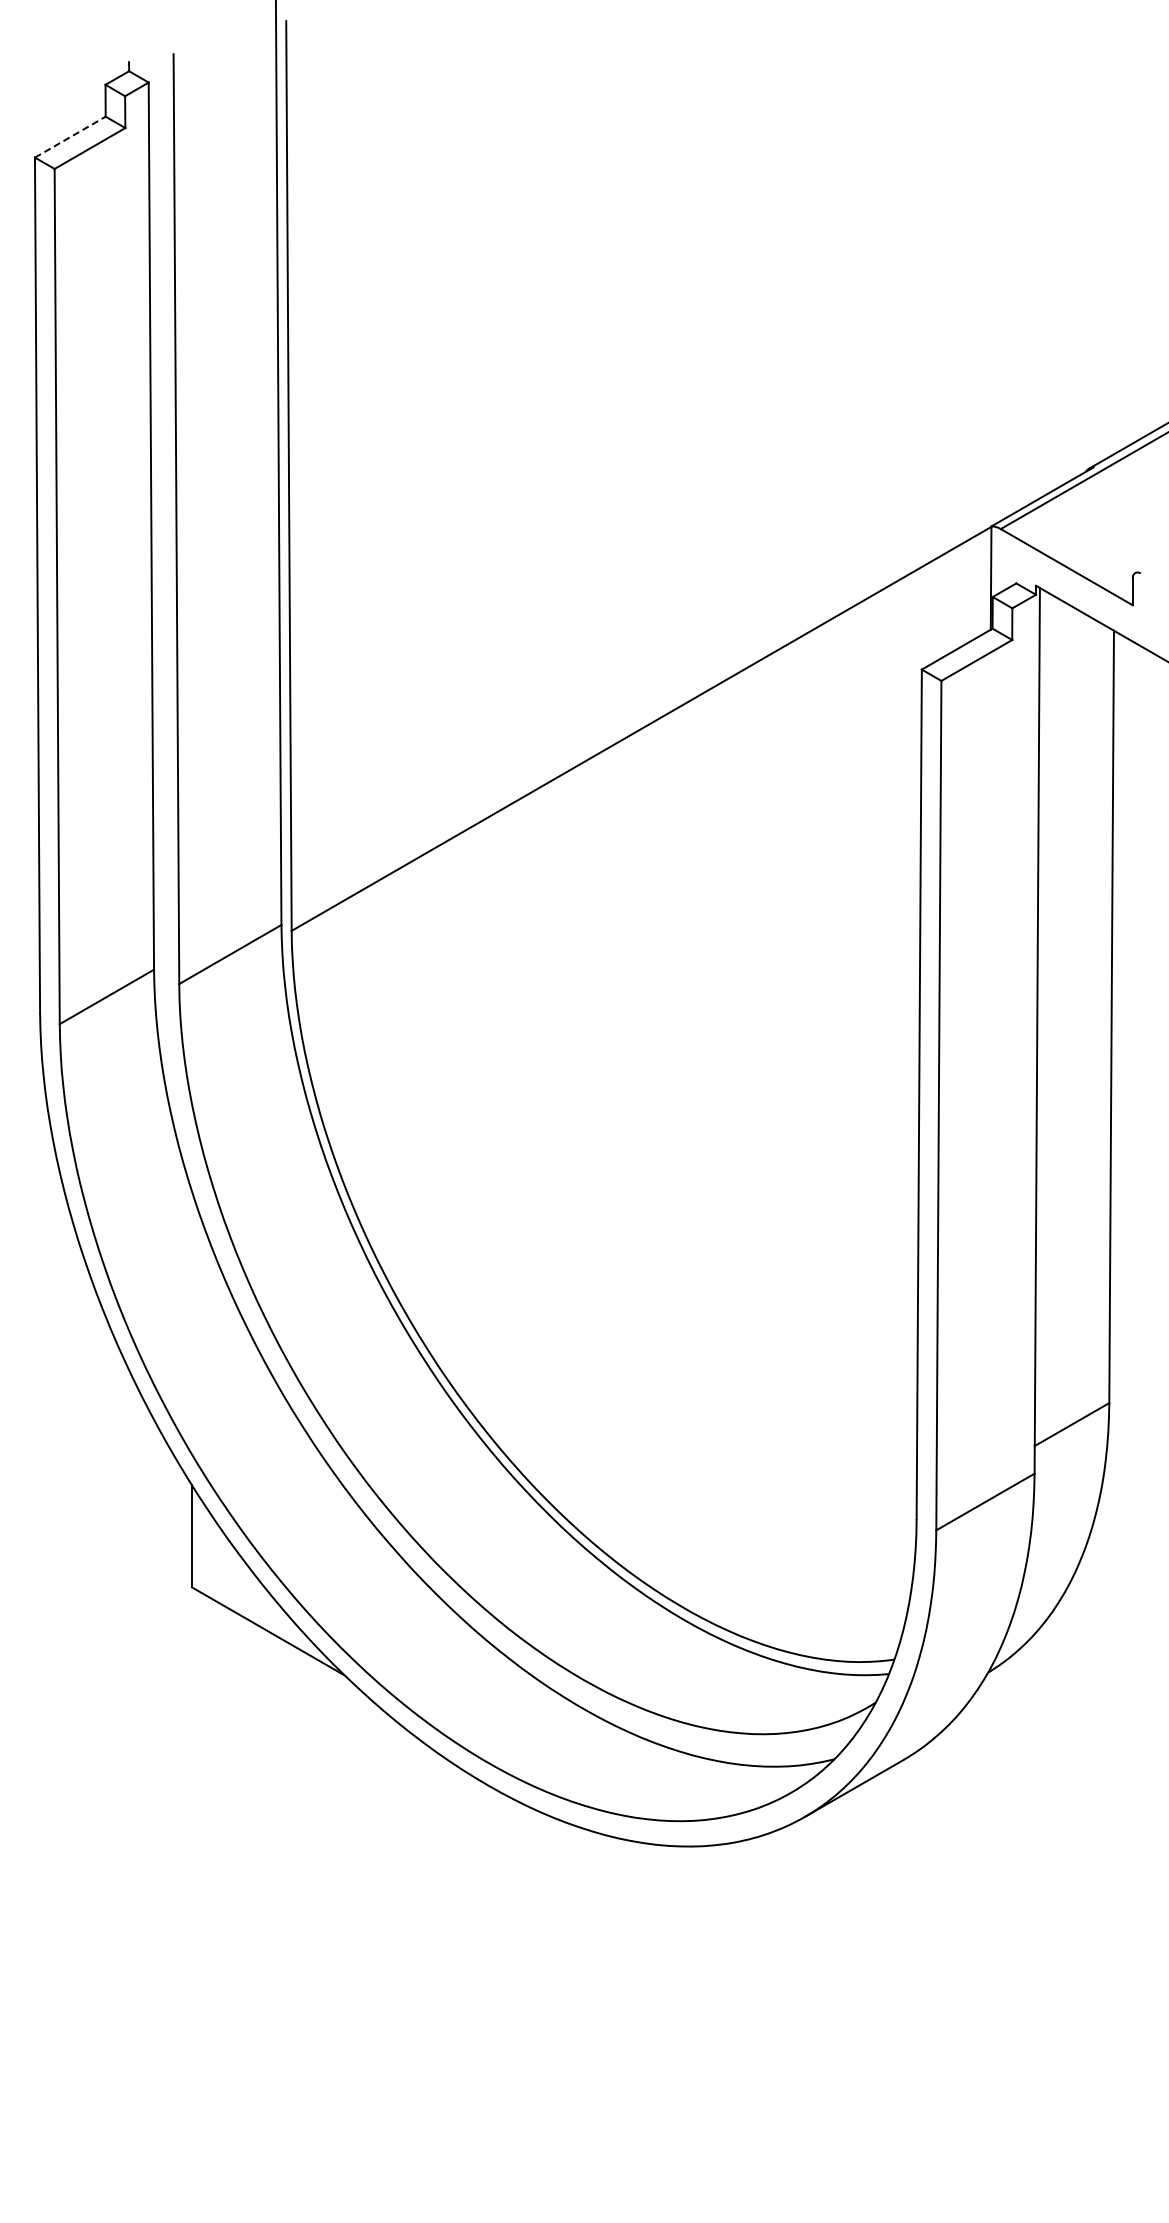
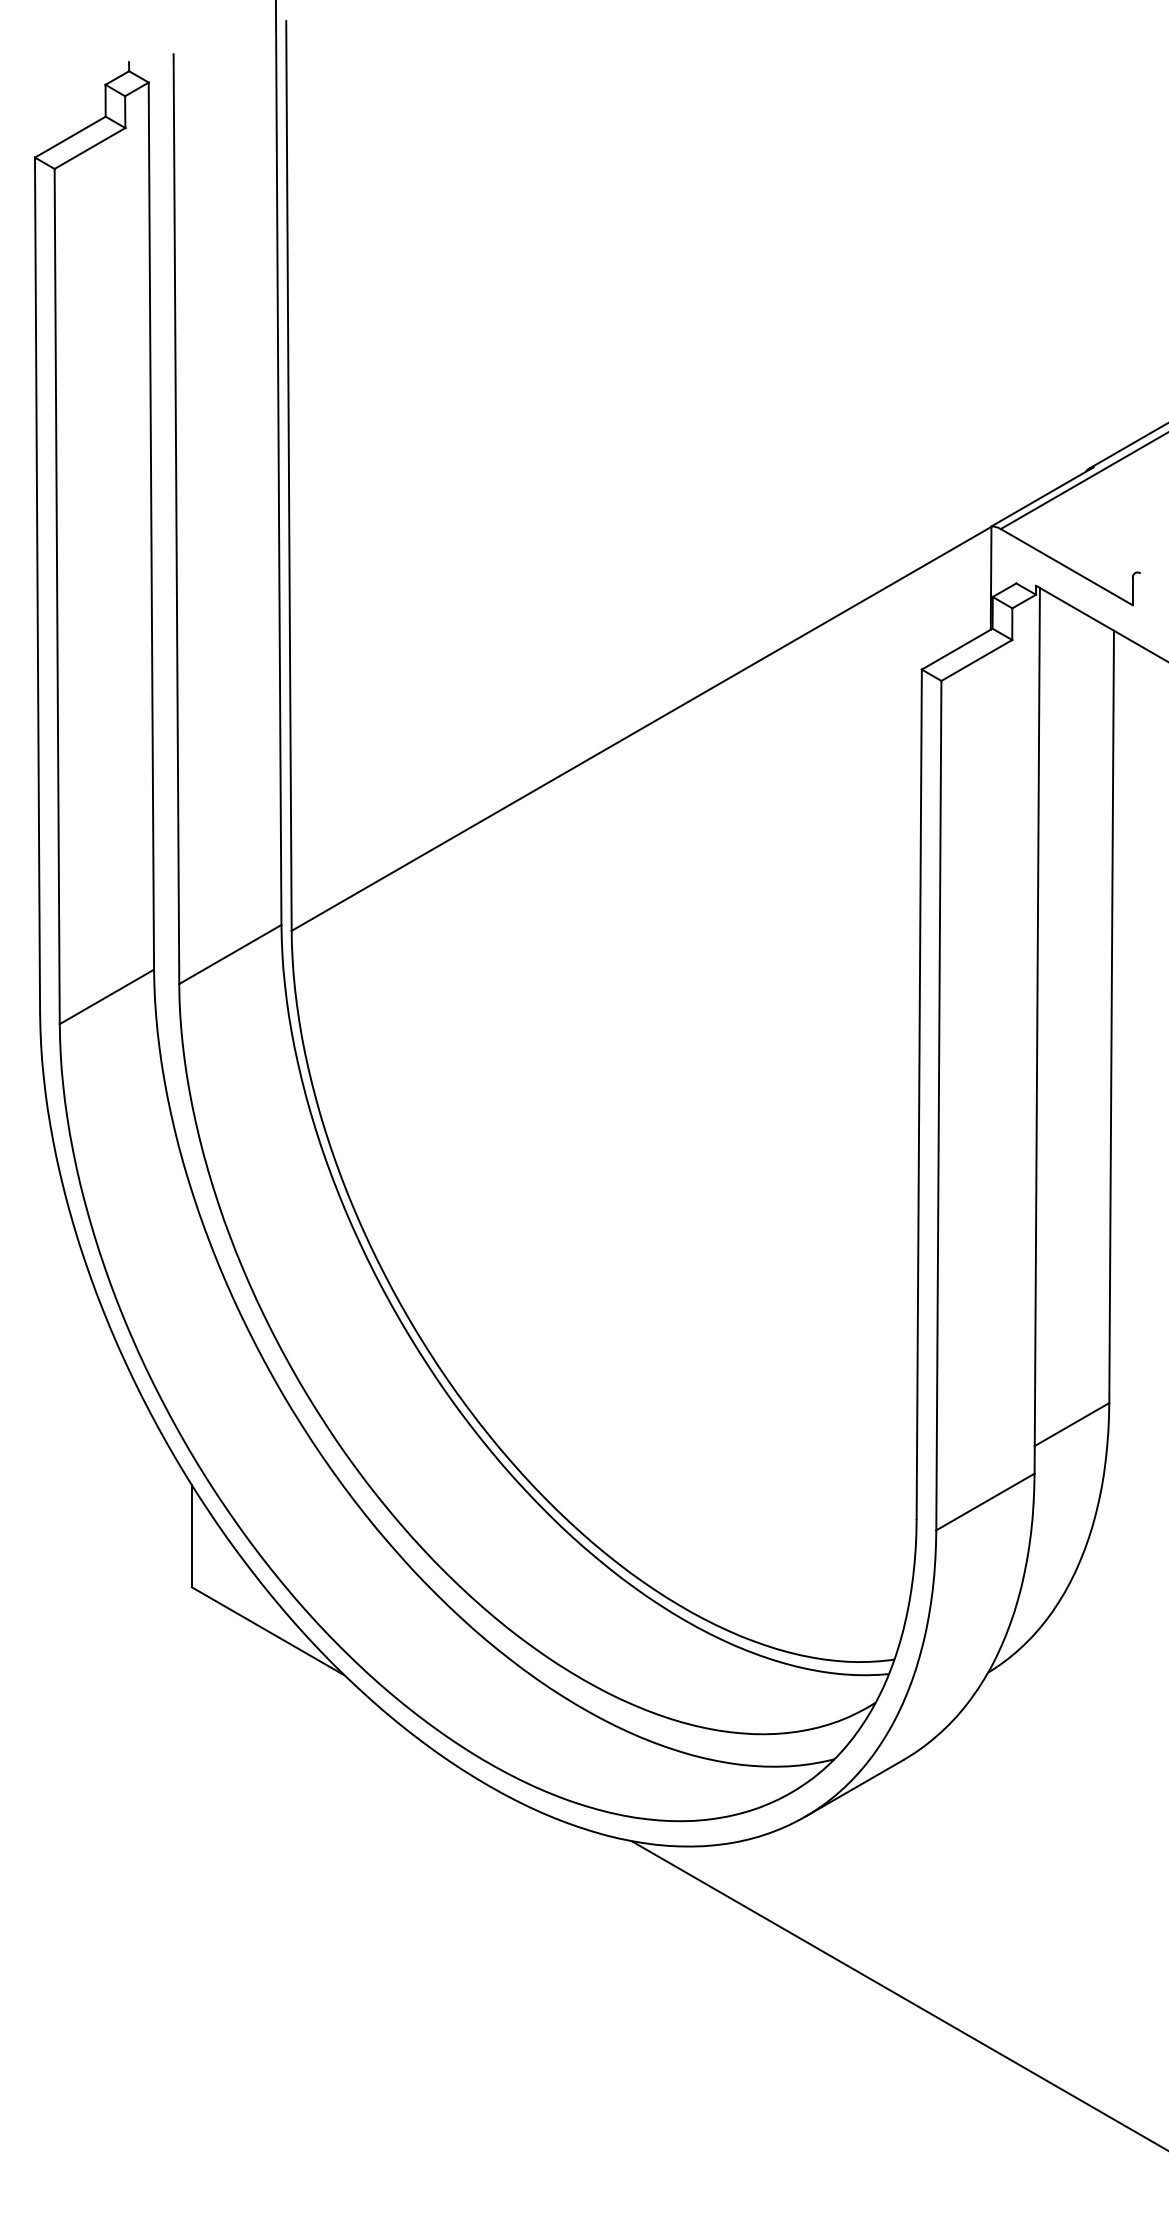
line at (70, 137): dashed -> solid
line at (898, 1995): none -> present
